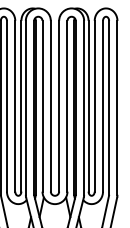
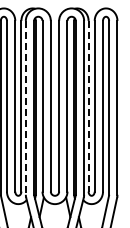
line at (88, 106): solid -> dashed
line at (25, 107): solid -> dashed
